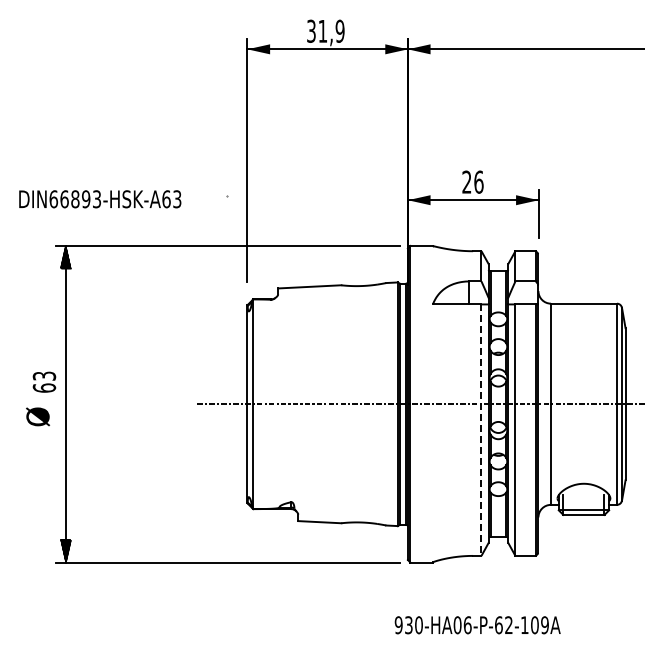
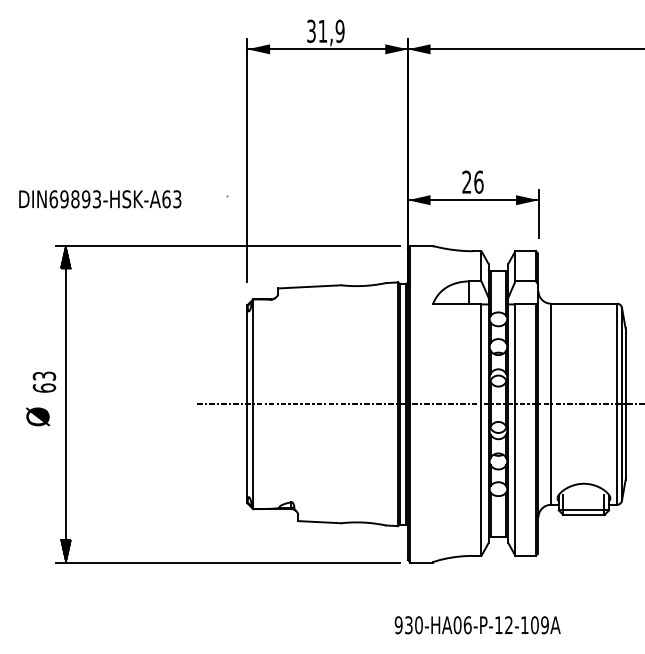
text at (64, 199): DIN66893-HSK-A63 -> DIN69893-HSK-A63
line at (481, 430): dashed -> solid
text at (498, 625): 930-HA06-P-62-109A -> 930-HA06-P-12-109A
